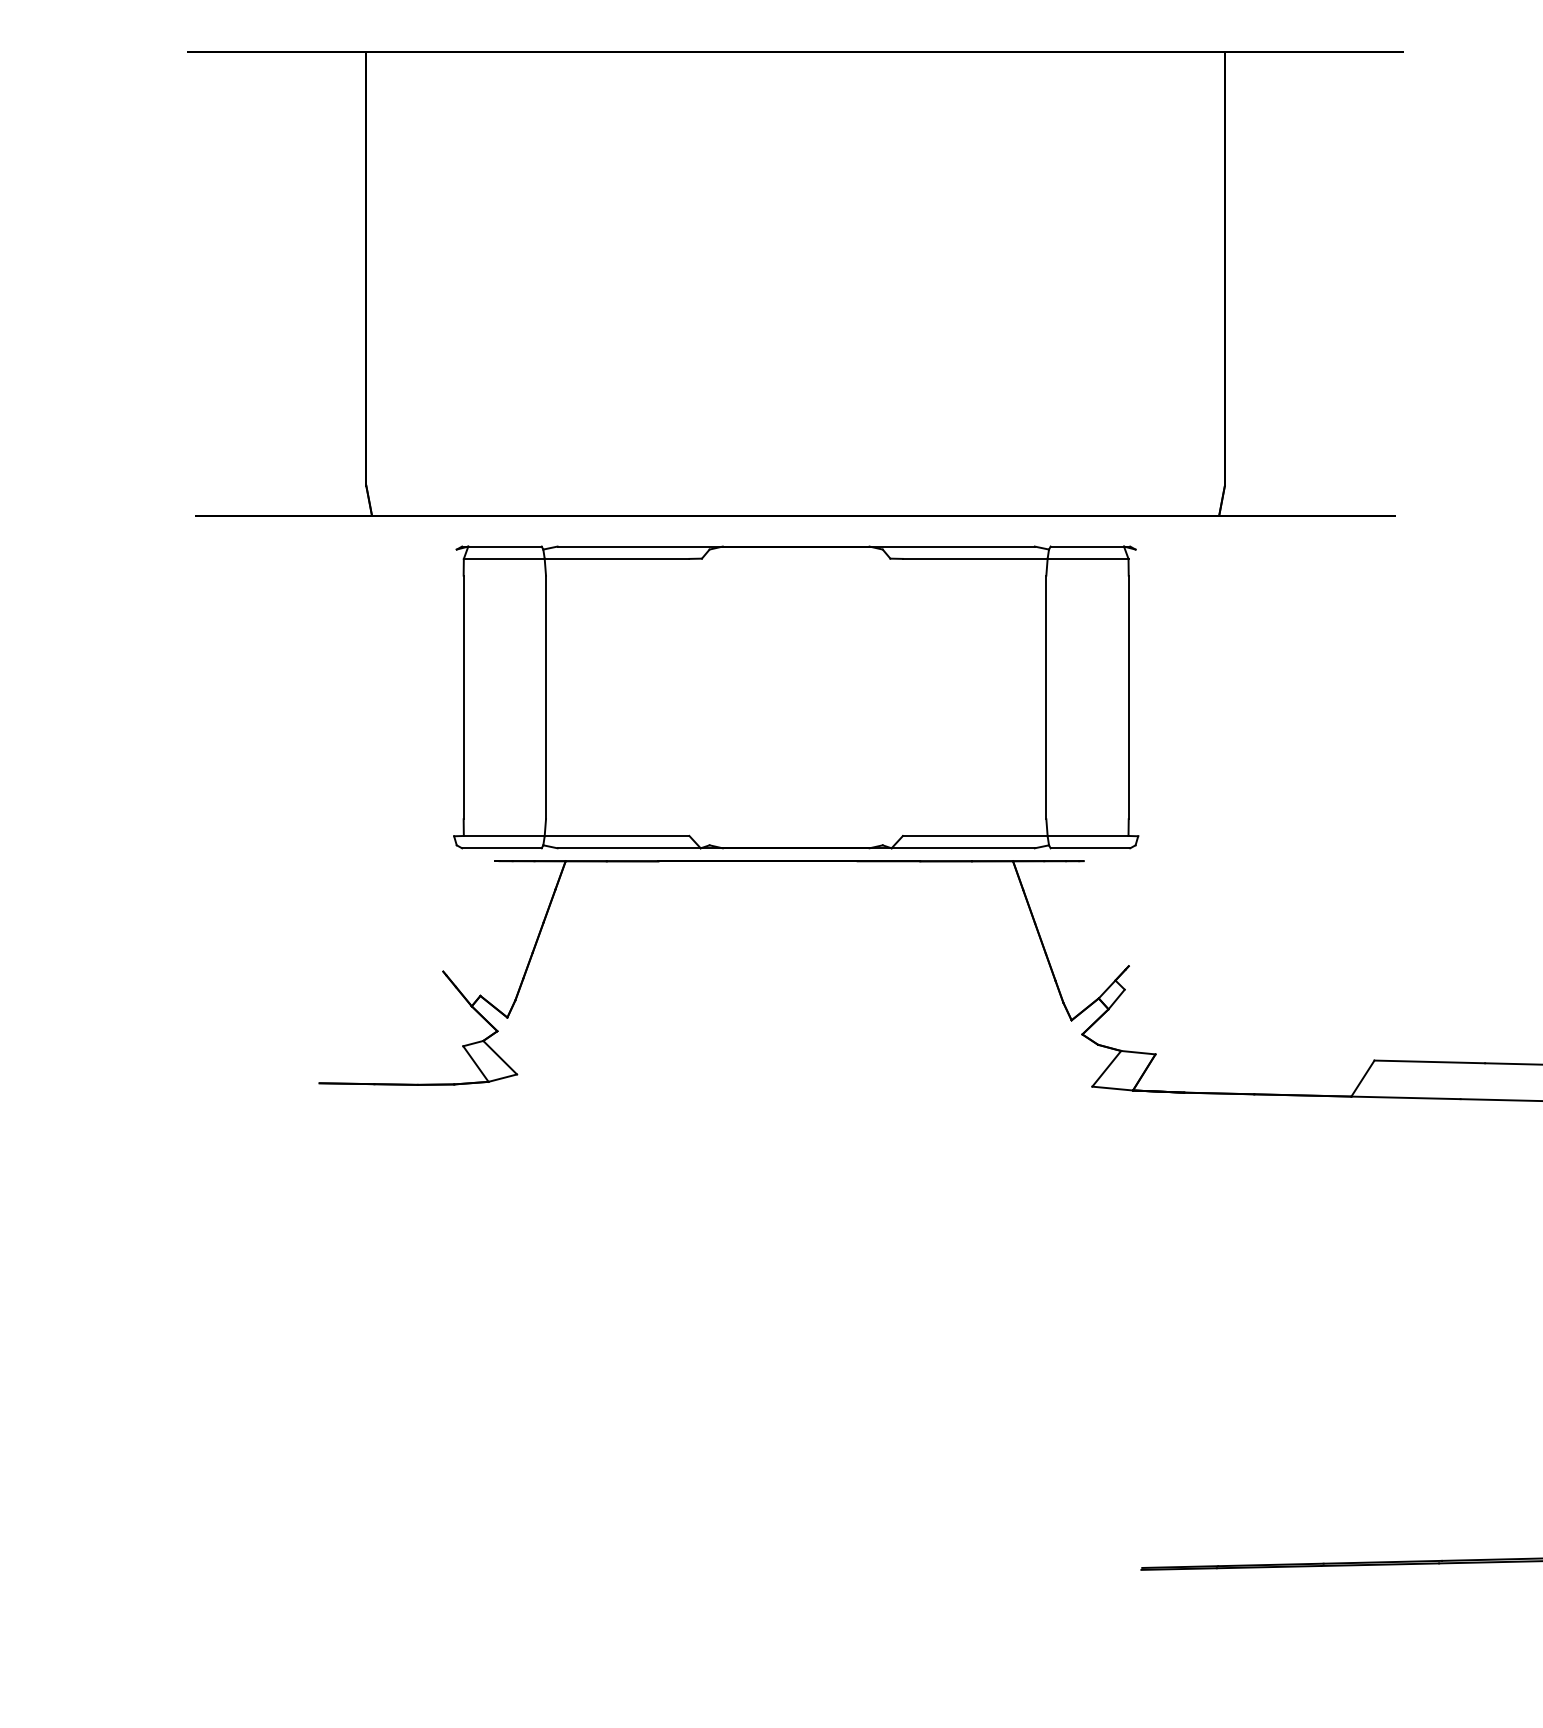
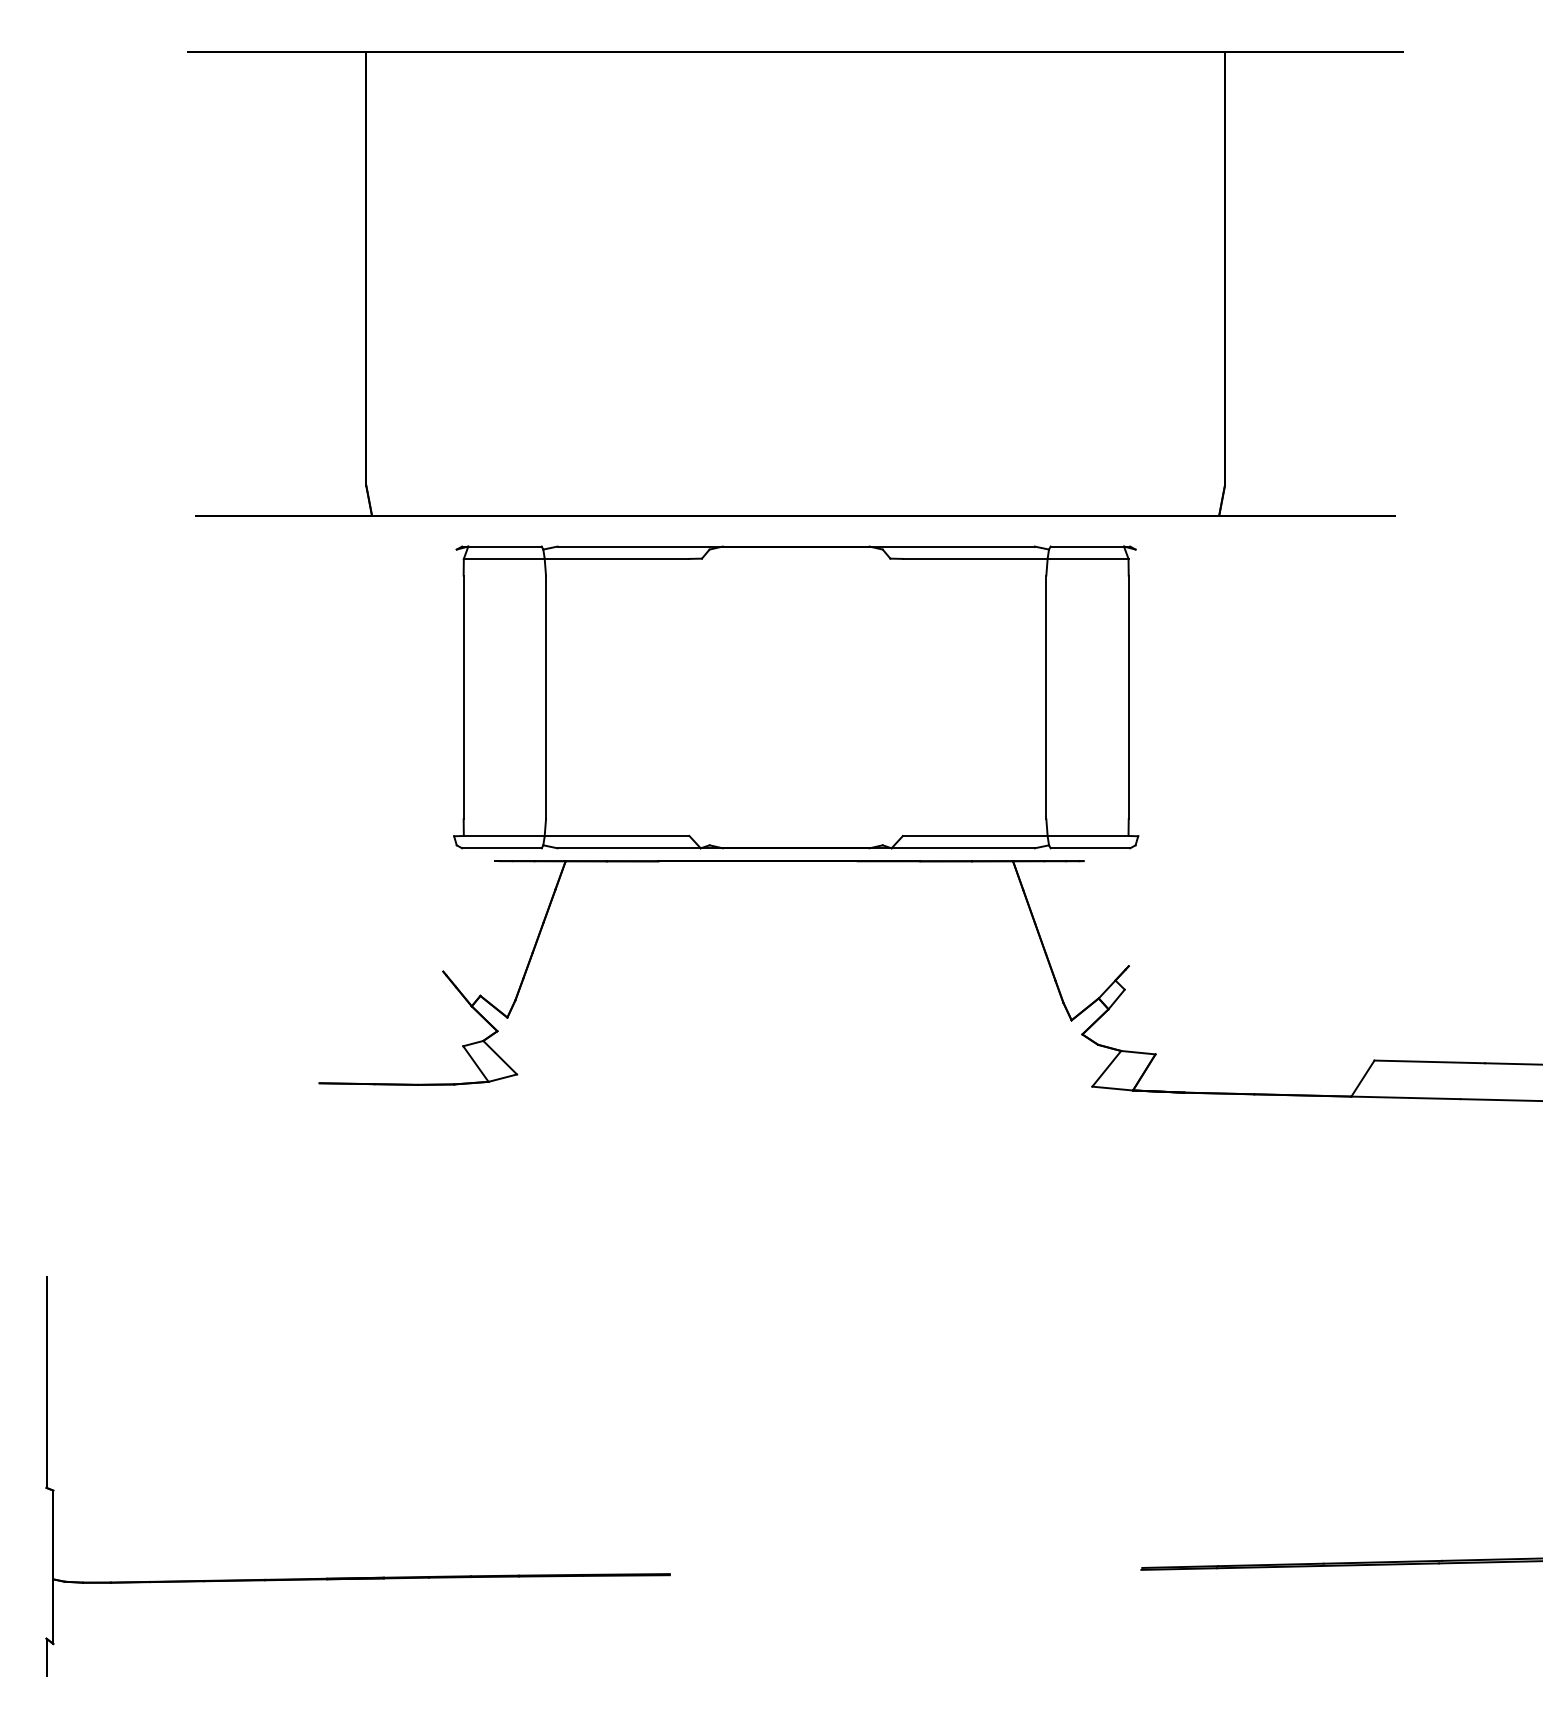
part at (357, 1577): none -> present
